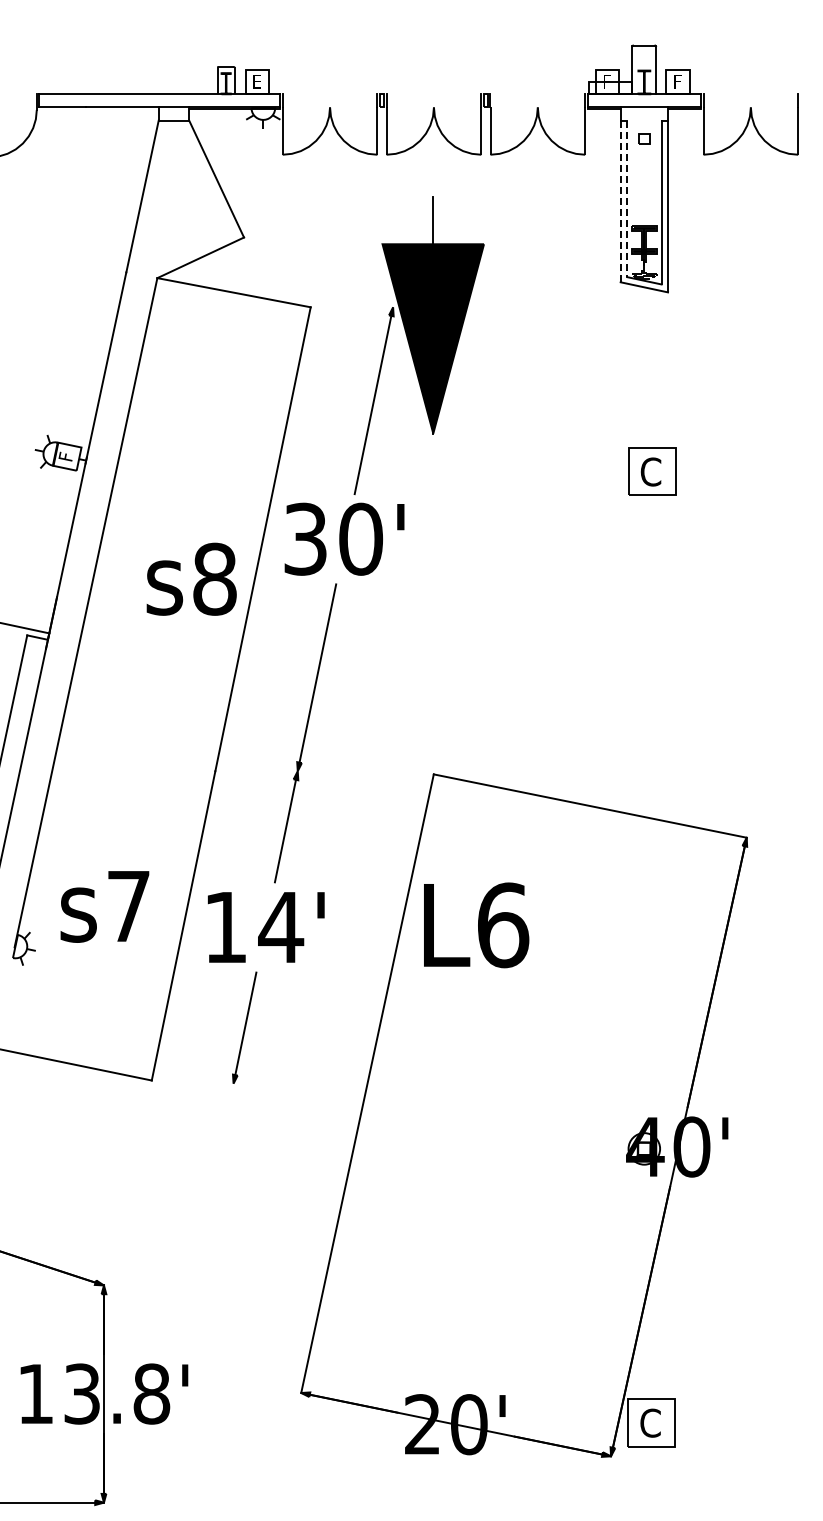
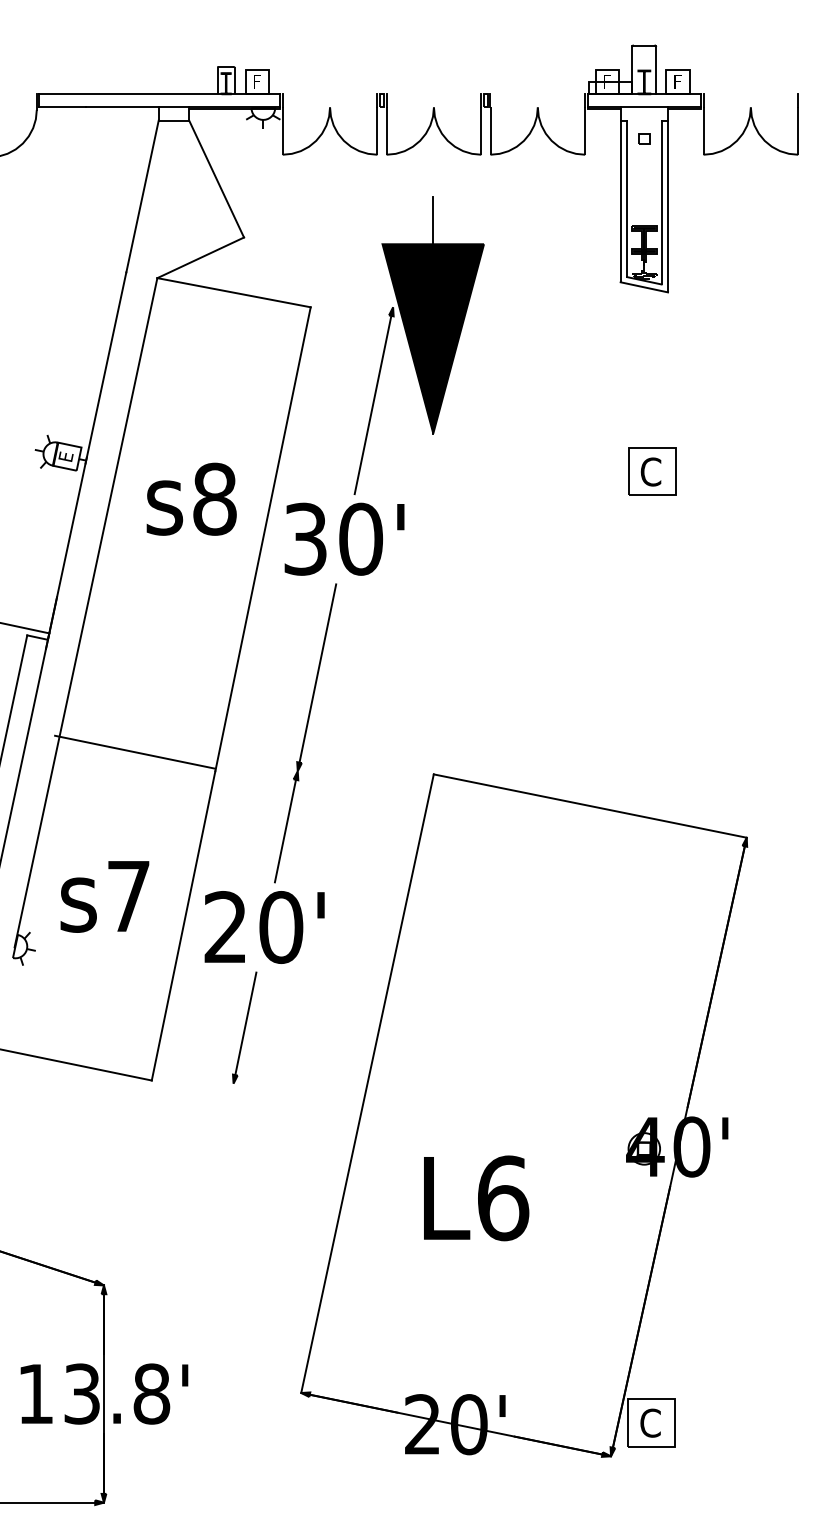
text at (256, 81): E -> F
line at (627, 199): dashed -> solid
line at (620, 201): dashed -> solid
text at (65, 456): F -> E
text at (191, 578) position: (191, 578) -> (191, 498)
line at (135, 751): none -> present
text at (104, 906) position: (104, 906) -> (104, 896)
text at (476, 925) position: (476, 925) -> (476, 1198)
text at (254, 927): 14' -> 20'
